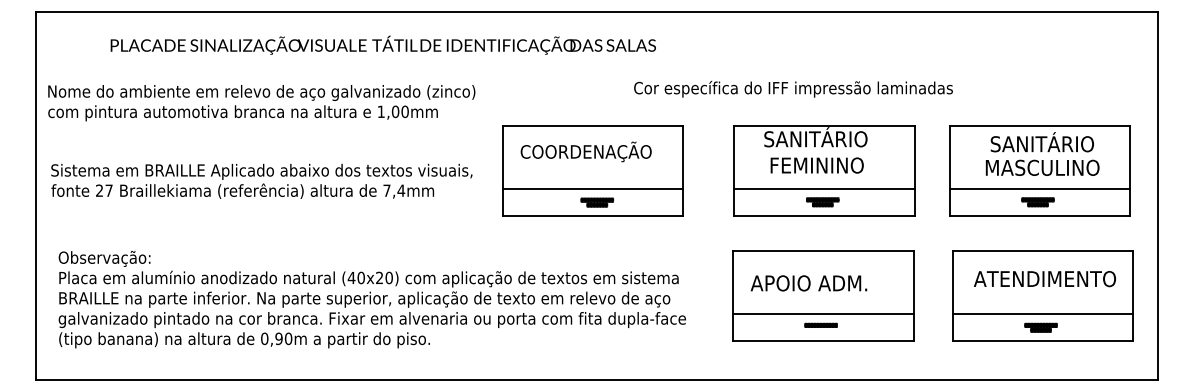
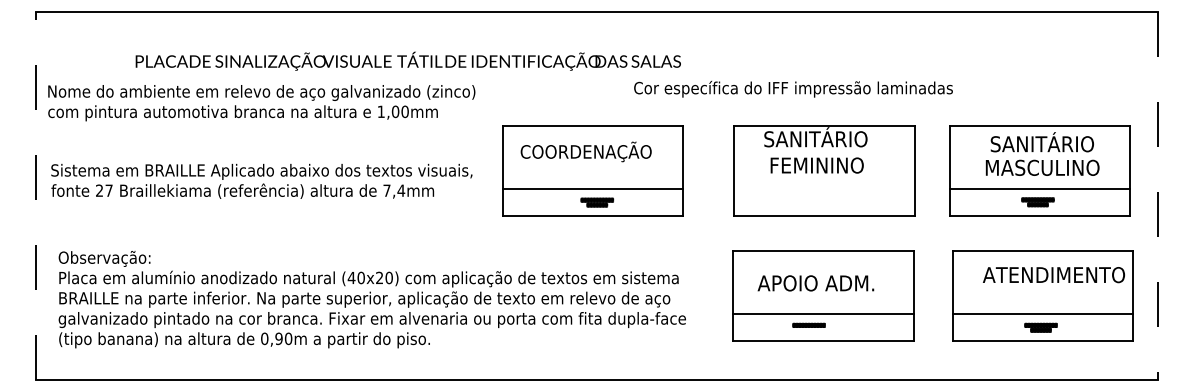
text at (382, 44) position: (382, 44) -> (407, 60)
line at (824, 188): present -> none
line at (35, 195): solid -> dashed
line at (1158, 196): solid -> dashed
part at (822, 202): present -> none
text at (1044, 279) position: (1044, 279) -> (1053, 275)
text at (808, 283) position: (808, 283) -> (815, 283)
part at (820, 324) position: (820, 324) -> (808, 324)
